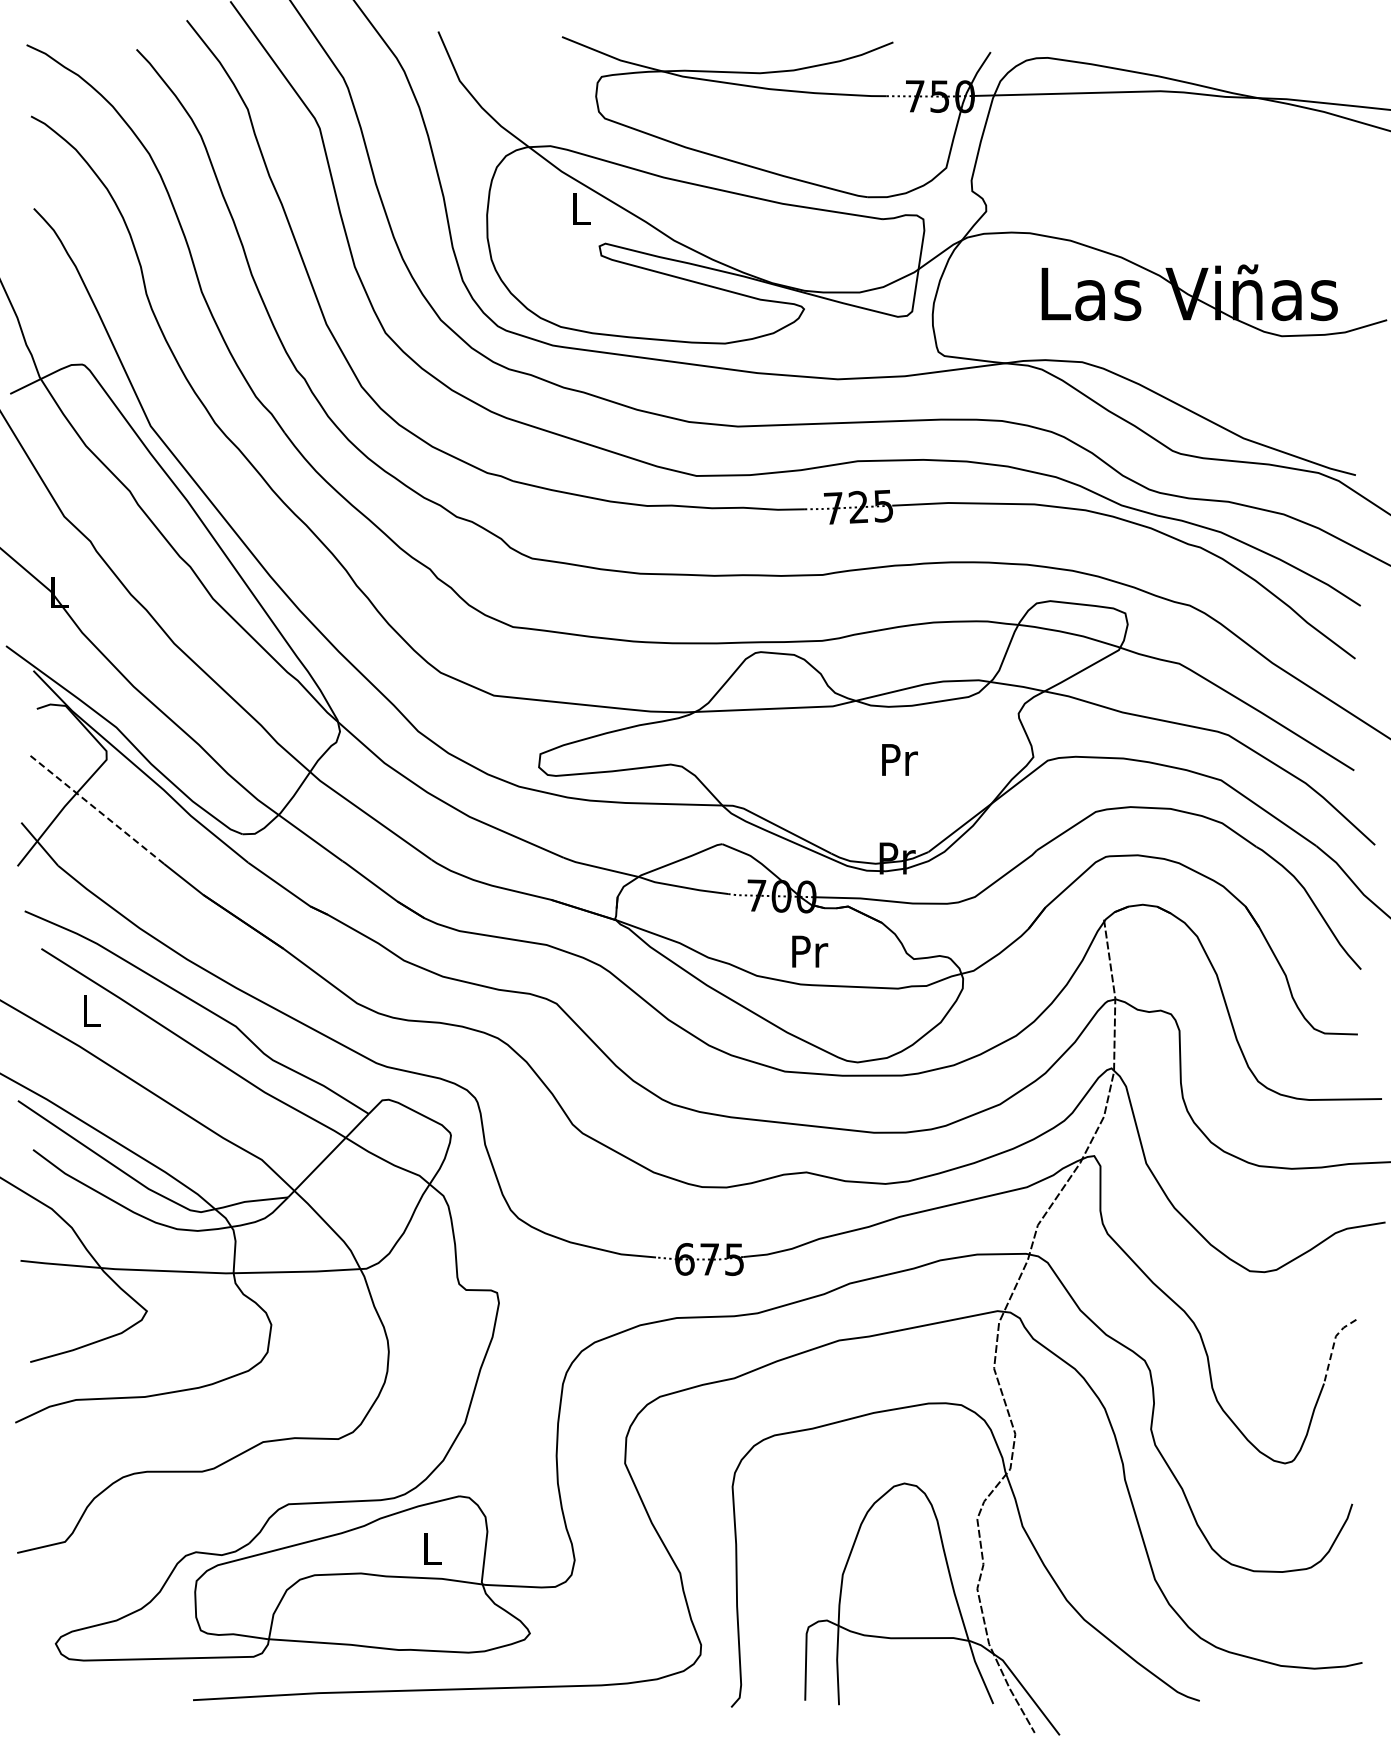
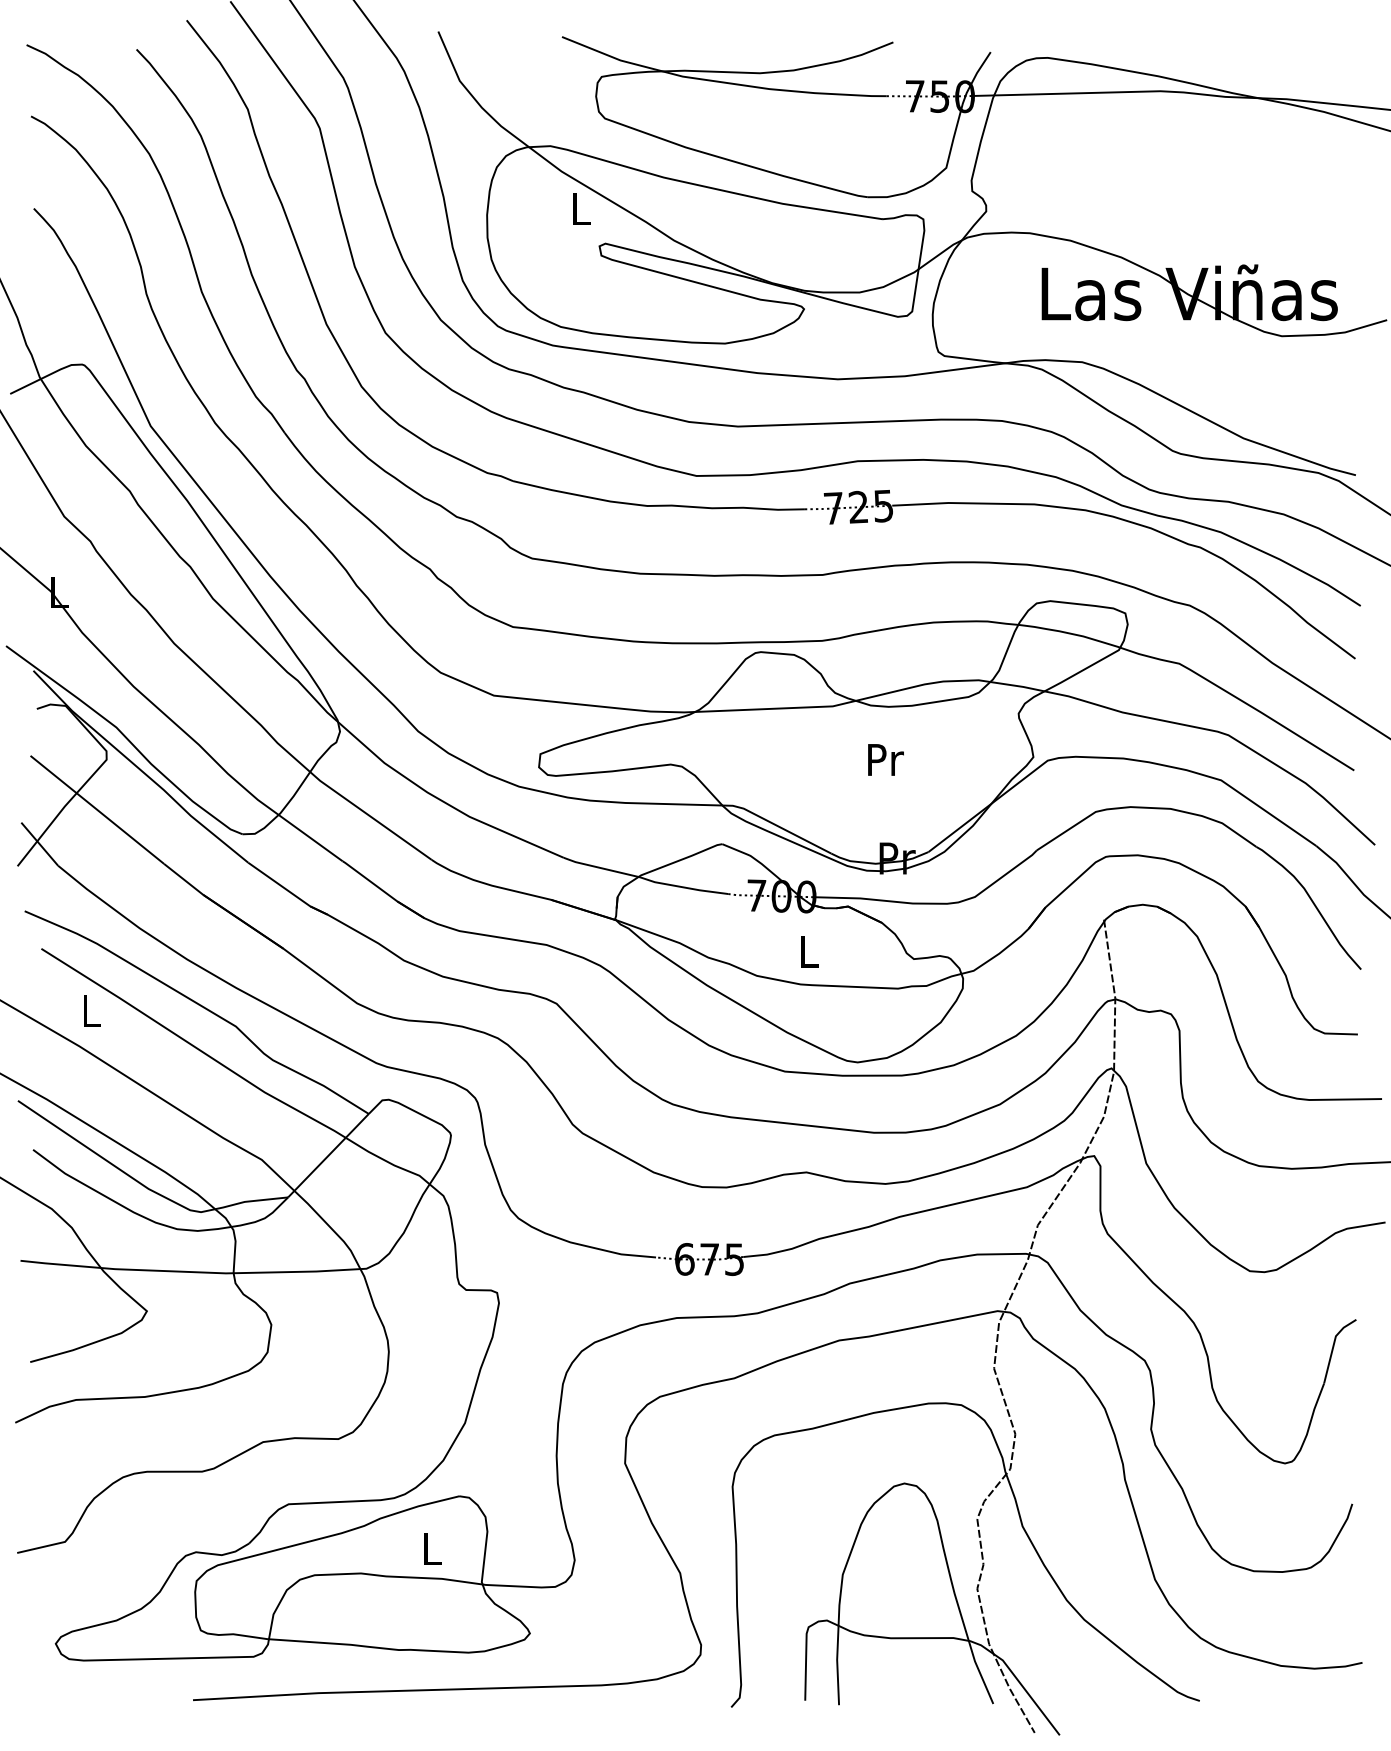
text at (899, 759) position: (899, 759) -> (885, 759)
line at (97, 809): dashed -> solid
text at (810, 951): Pr -> L
line at (1333, 1345): dashed -> solid
